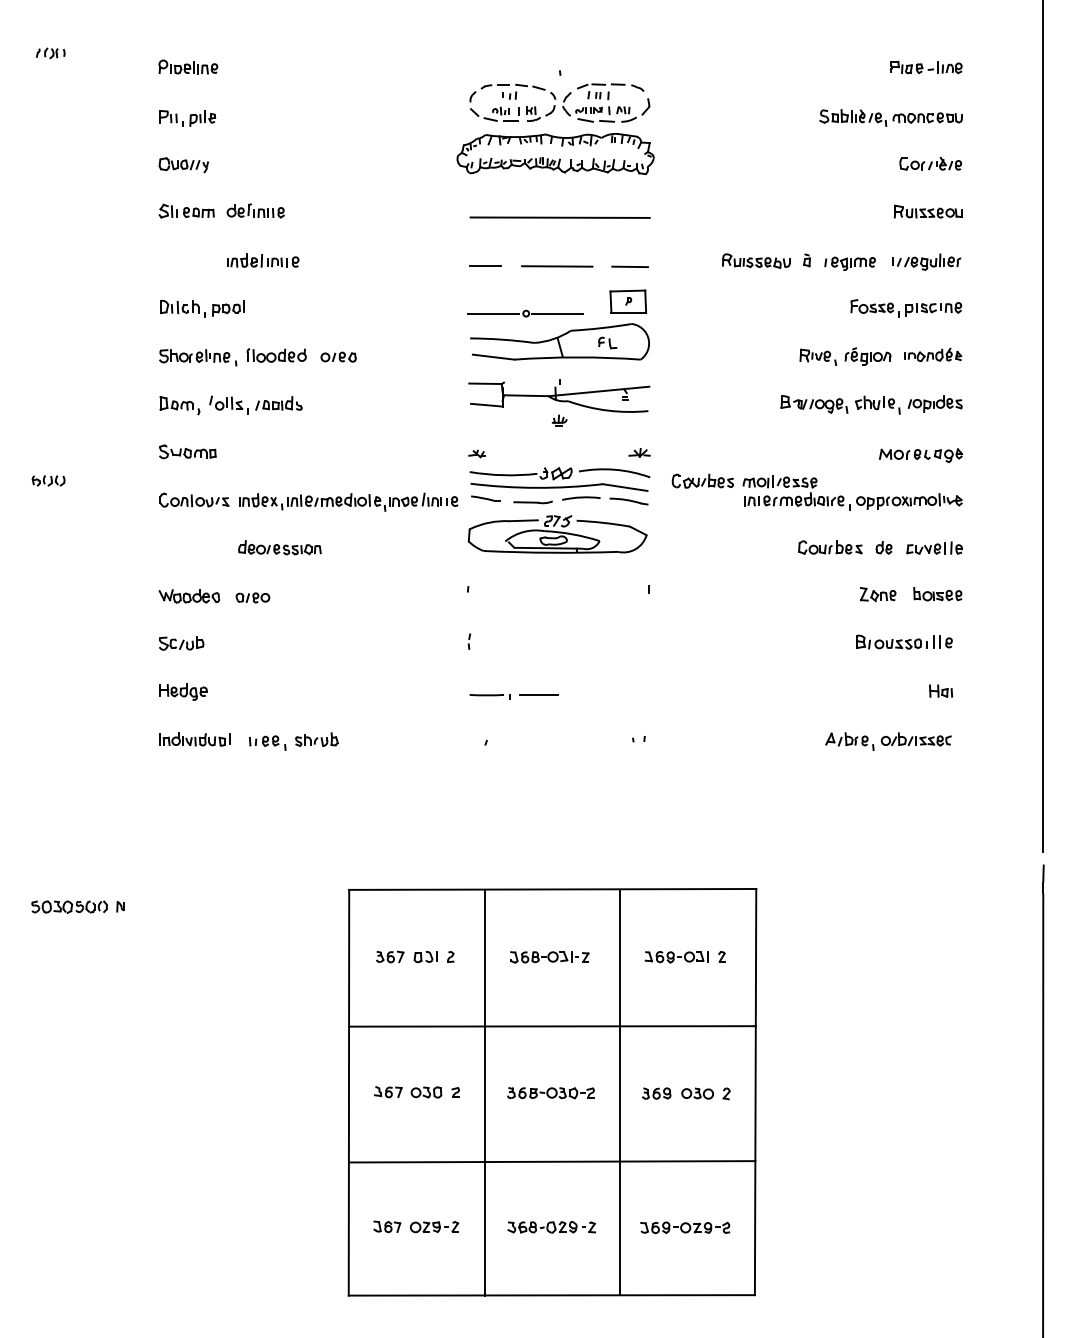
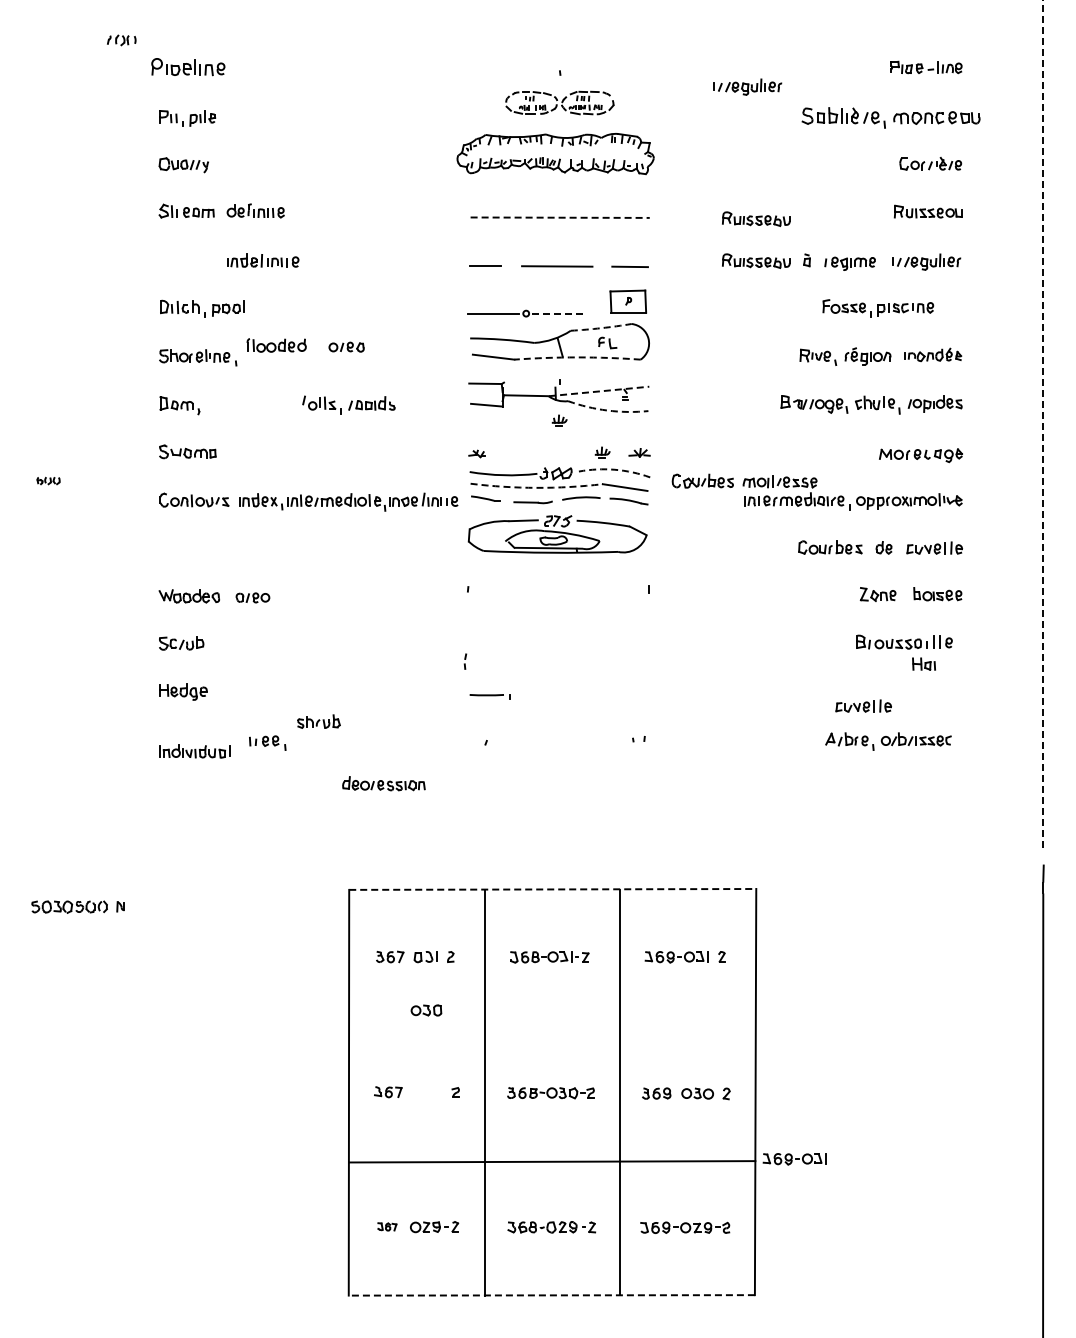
part at (50, 53) position: (50, 53) -> (121, 40)
part at (188, 66) size: 61x16 px -> 75x19 px
part at (747, 86): none -> present
part at (559, 102) size: 182x40 px -> 110x26 px
part at (890, 117) size: 144x18 px -> 180x22 px
line at (560, 217): solid -> dashed
part at (756, 218): none -> present
part at (906, 308) position: (906, 308) -> (878, 308)
line at (558, 313): solid -> dashed
arc at (601, 328): solid -> dashed
part at (276, 355) position: (276, 355) -> (276, 345)
part at (338, 356) position: (338, 356) -> (346, 346)
arc at (577, 357): solid -> dashed
line at (599, 391): solid -> dashed
part at (255, 404) position: (255, 404) -> (348, 404)
arc at (607, 410): solid -> dashed
line at (1043, 426): solid -> dashed
part at (602, 452): none -> present
arc at (614, 469): solid -> dashed
part at (48, 480) size: 35x12 px -> 25x10 px
arc at (536, 487): solid -> dashed
part at (279, 547) position: (279, 547) -> (383, 783)
part at (469, 641) position: (469, 641) -> (465, 661)
part at (940, 690) position: (940, 690) -> (923, 663)
line at (538, 695): present -> none
part at (863, 705): none -> present
part at (194, 739) position: (194, 739) -> (194, 751)
part at (316, 739) position: (316, 739) -> (318, 721)
line at (552, 889): solid -> dashed
line at (552, 1026): present -> none
part at (426, 1092) position: (426, 1092) -> (426, 1010)
part at (794, 1159): none -> present
part at (387, 1226) size: 29x14 px -> 21x10 px
line at (551, 1295): solid -> dashed
